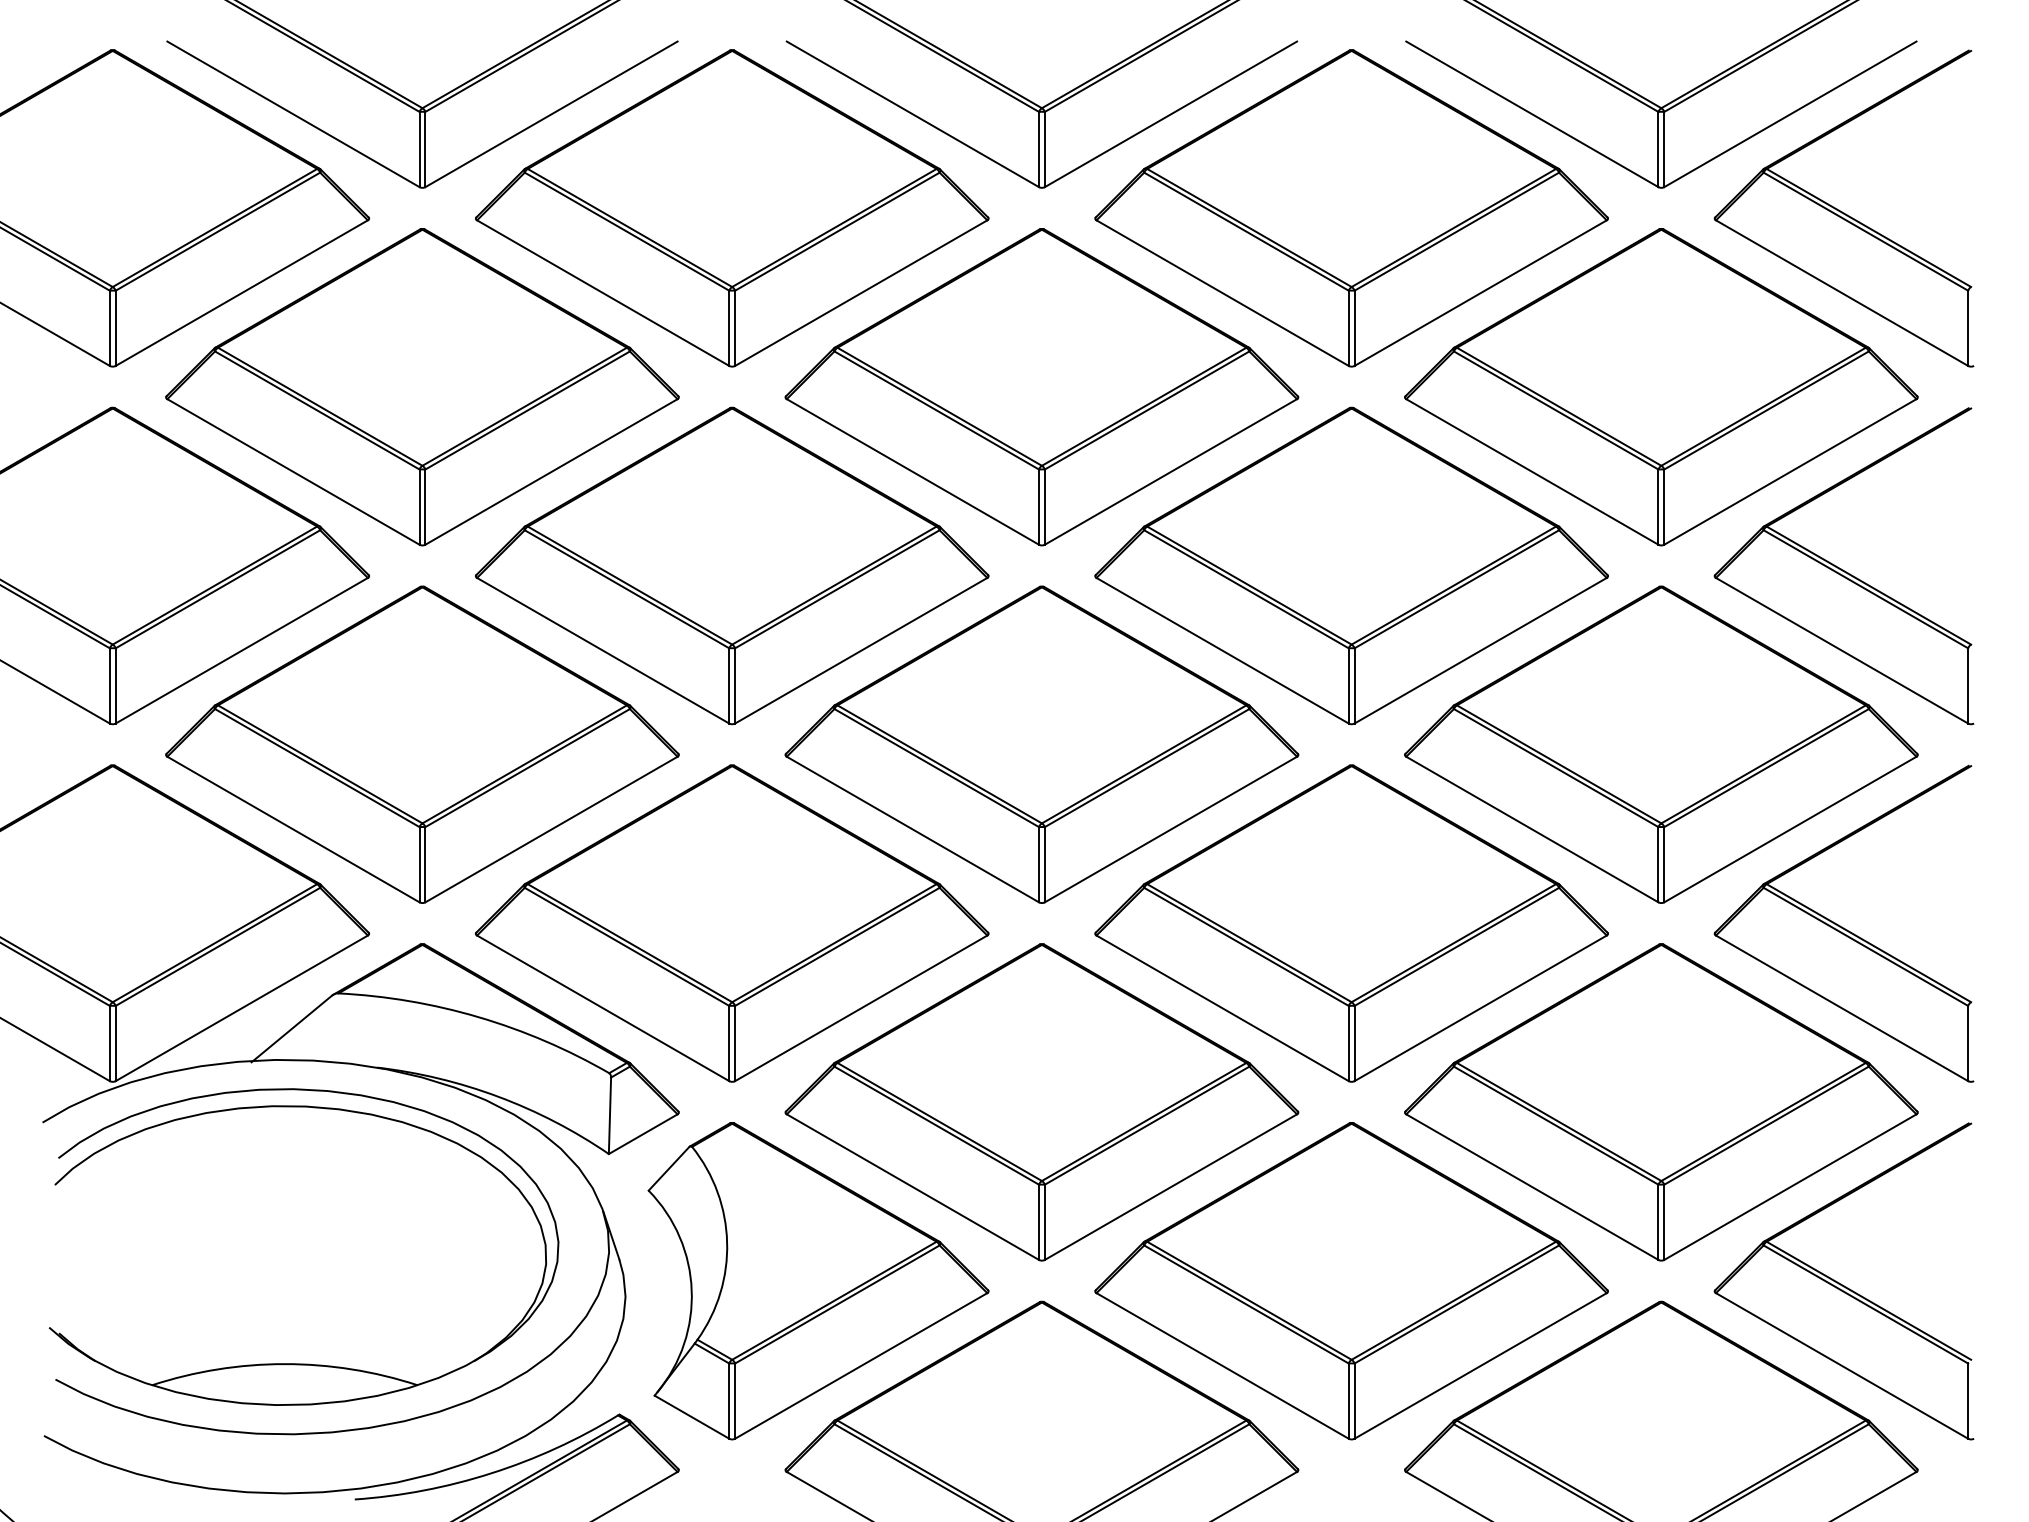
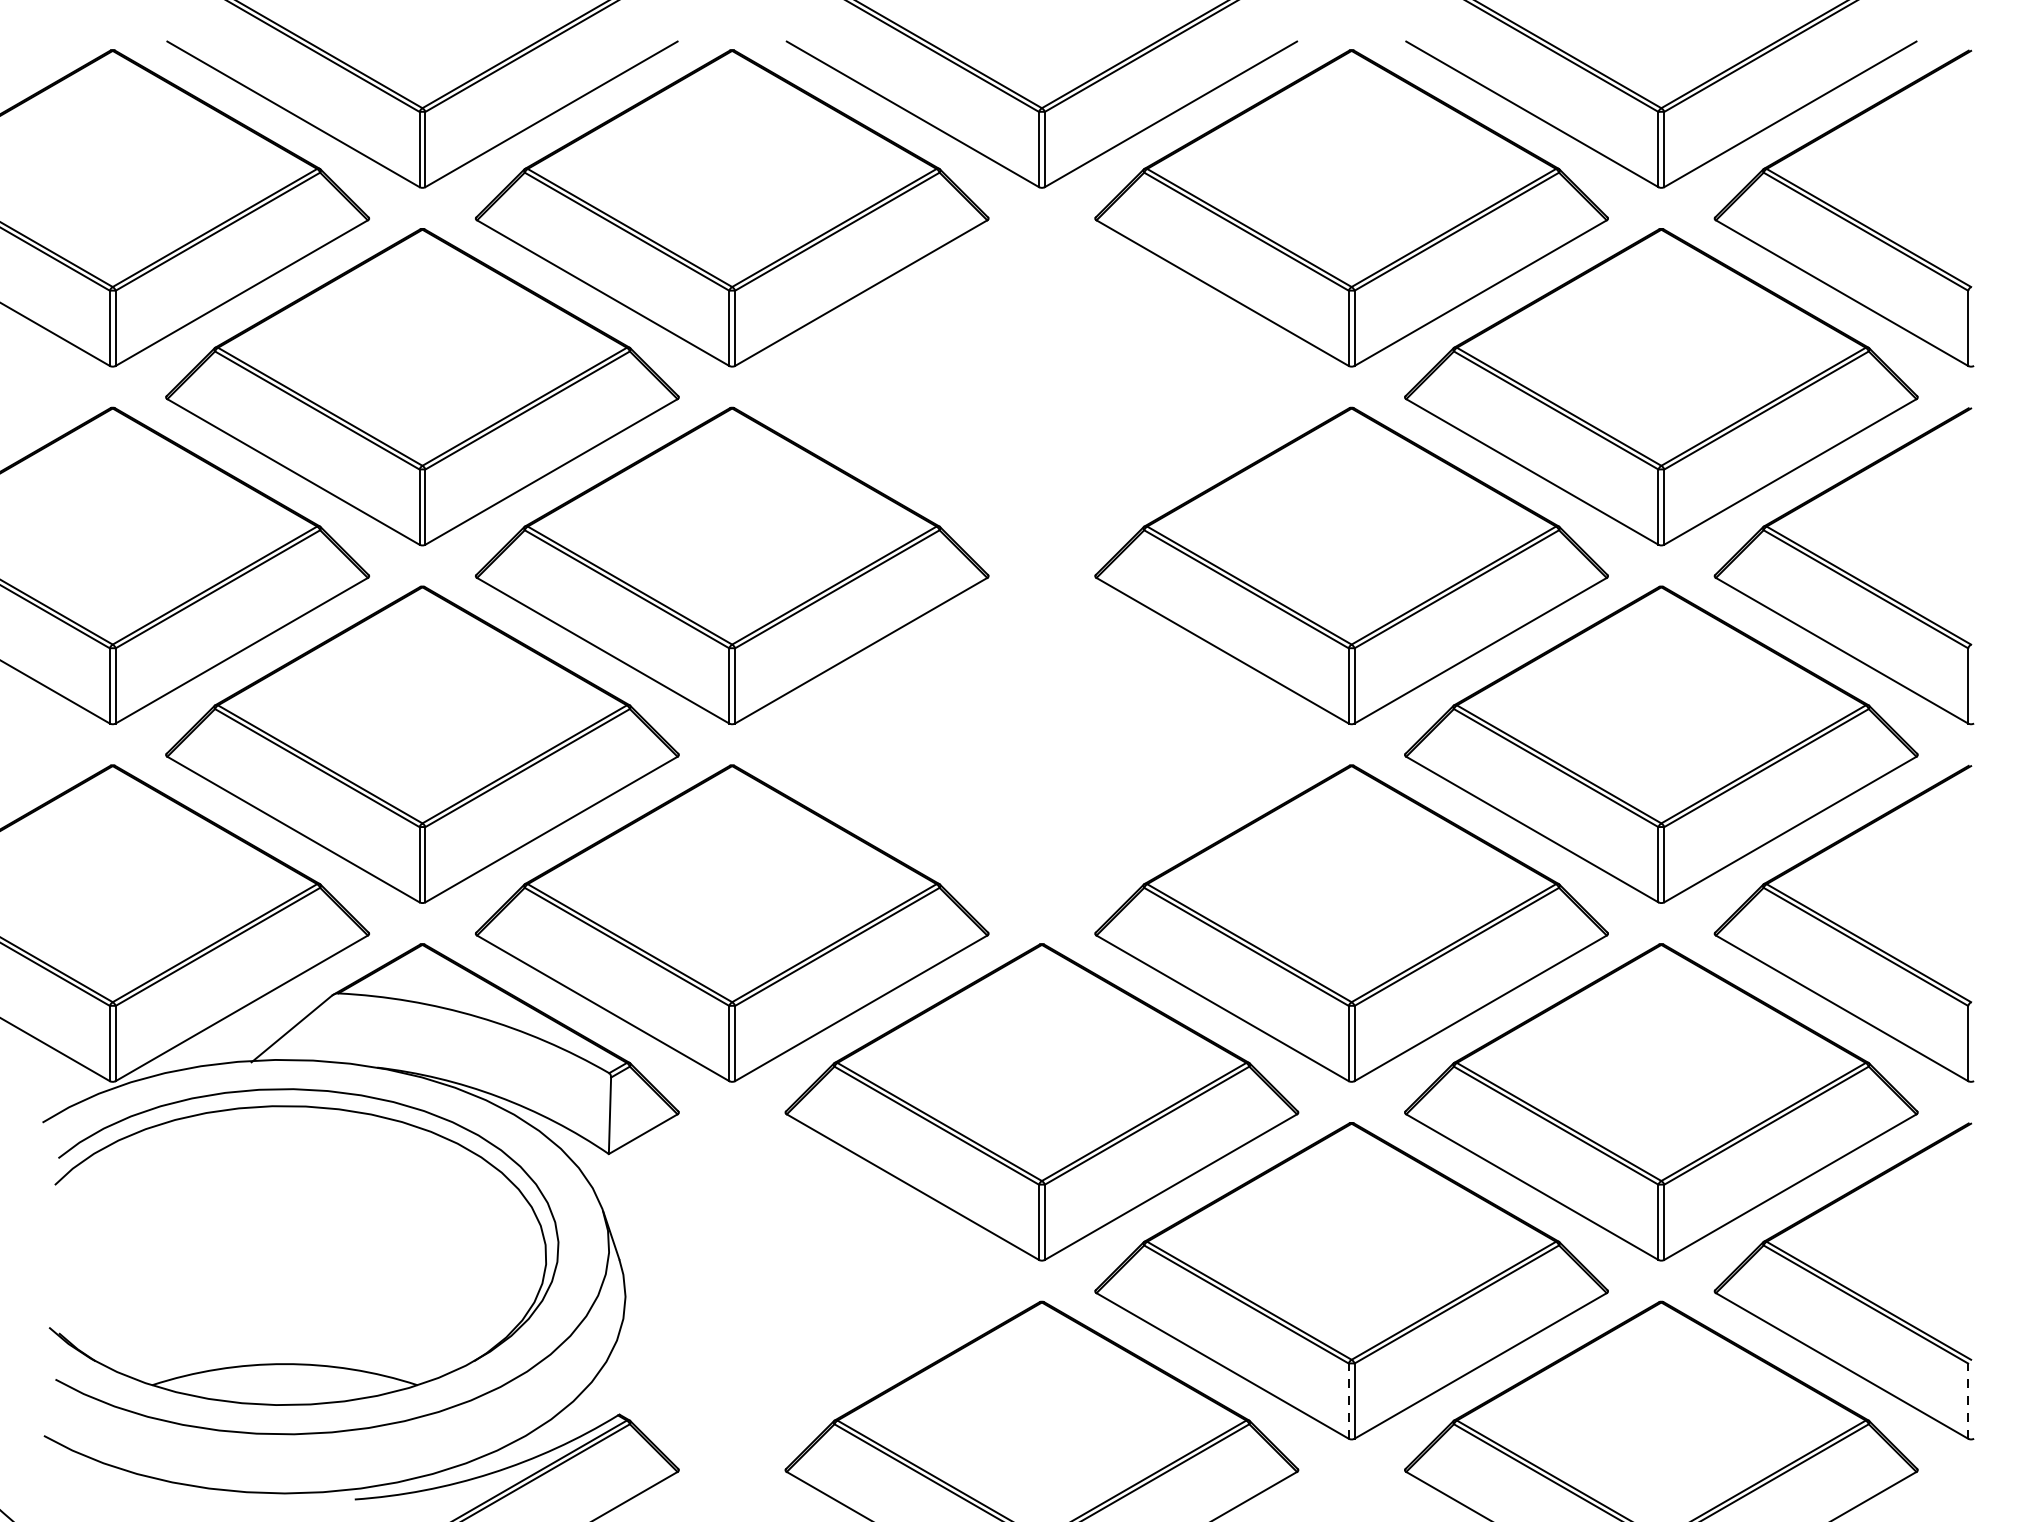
part at (1041, 387): present -> none
part at (1041, 744): present -> none
part at (818, 1281): present -> none
line at (1348, 1401): solid -> dashed
line at (1968, 1401): solid -> dashed
